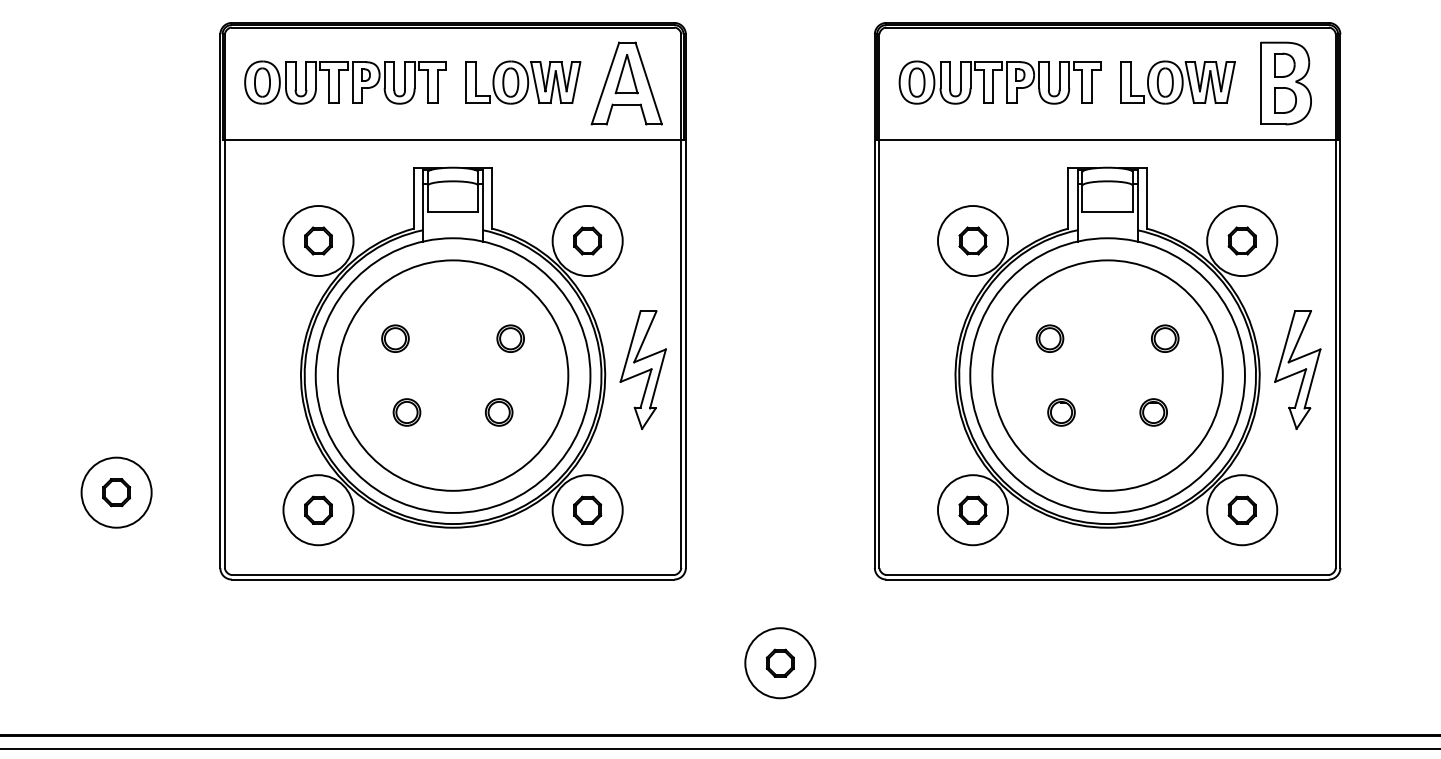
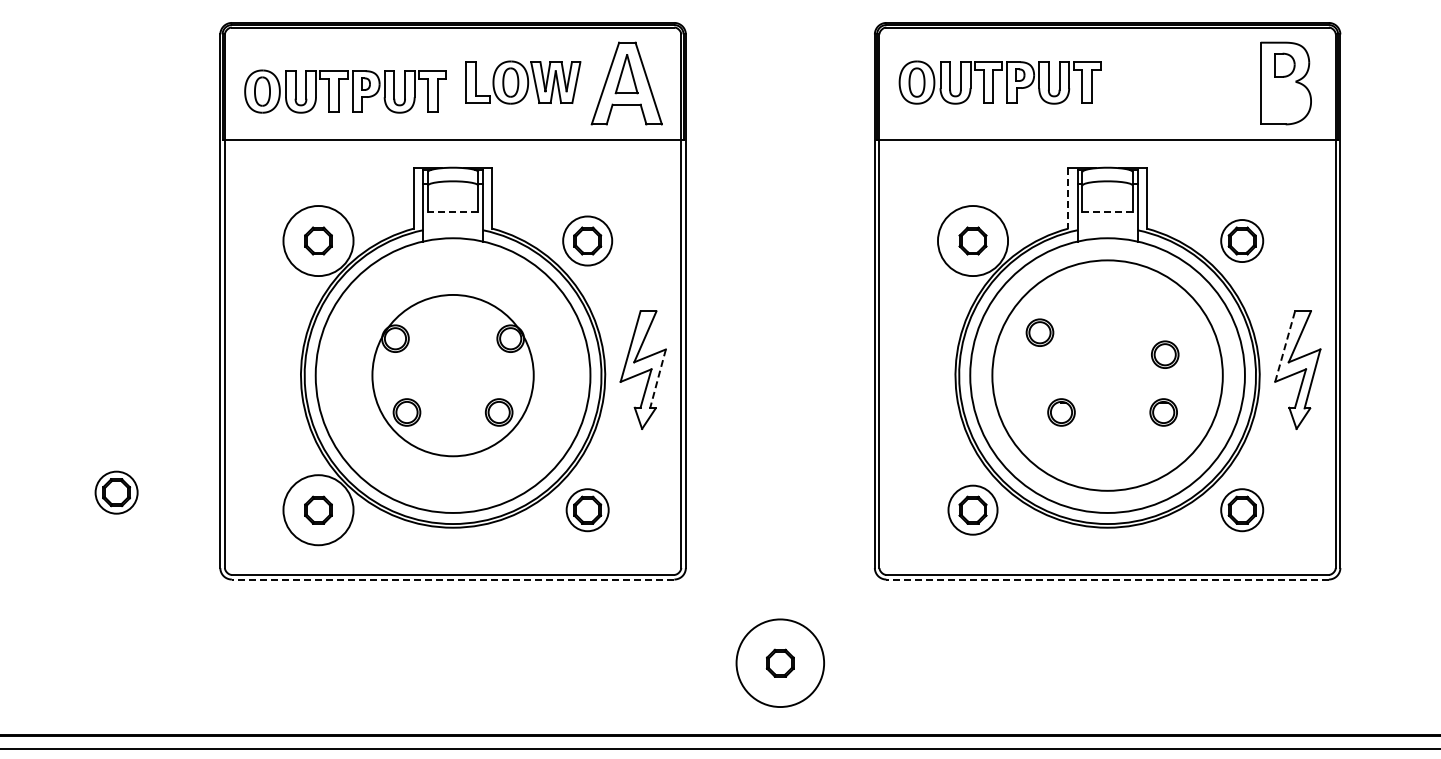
part at (345, 82) position: (345, 82) -> (345, 91)
part at (1177, 82): present -> none
part at (1285, 100): present -> none
line at (1068, 198): solid -> dashed
line at (452, 211): solid -> dashed
line at (1107, 211): solid -> dashed
circle at (587, 241) diameter: 70 px -> 49 px
circle at (1242, 241) diameter: 70 px -> 42 px
part at (1049, 338) position: (1049, 338) -> (1039, 332)
part at (1165, 338) position: (1165, 338) -> (1165, 354)
line at (1285, 346): solid -> dashed
circle at (452, 375) diameter: 230 px -> 161 px
line at (657, 378): solid -> dashed
part at (1153, 412) position: (1153, 412) -> (1163, 412)
circle at (116, 492) diameter: 70 px -> 42 px
circle at (587, 510) diameter: 70 px -> 42 px
circle at (972, 510) diameter: 70 px -> 49 px
circle at (1242, 510) diameter: 70 px -> 42 px
line at (452, 579): solid -> dashed
line at (1107, 579): solid -> dashed
circle at (780, 663) diameter: 70 px -> 88 px
